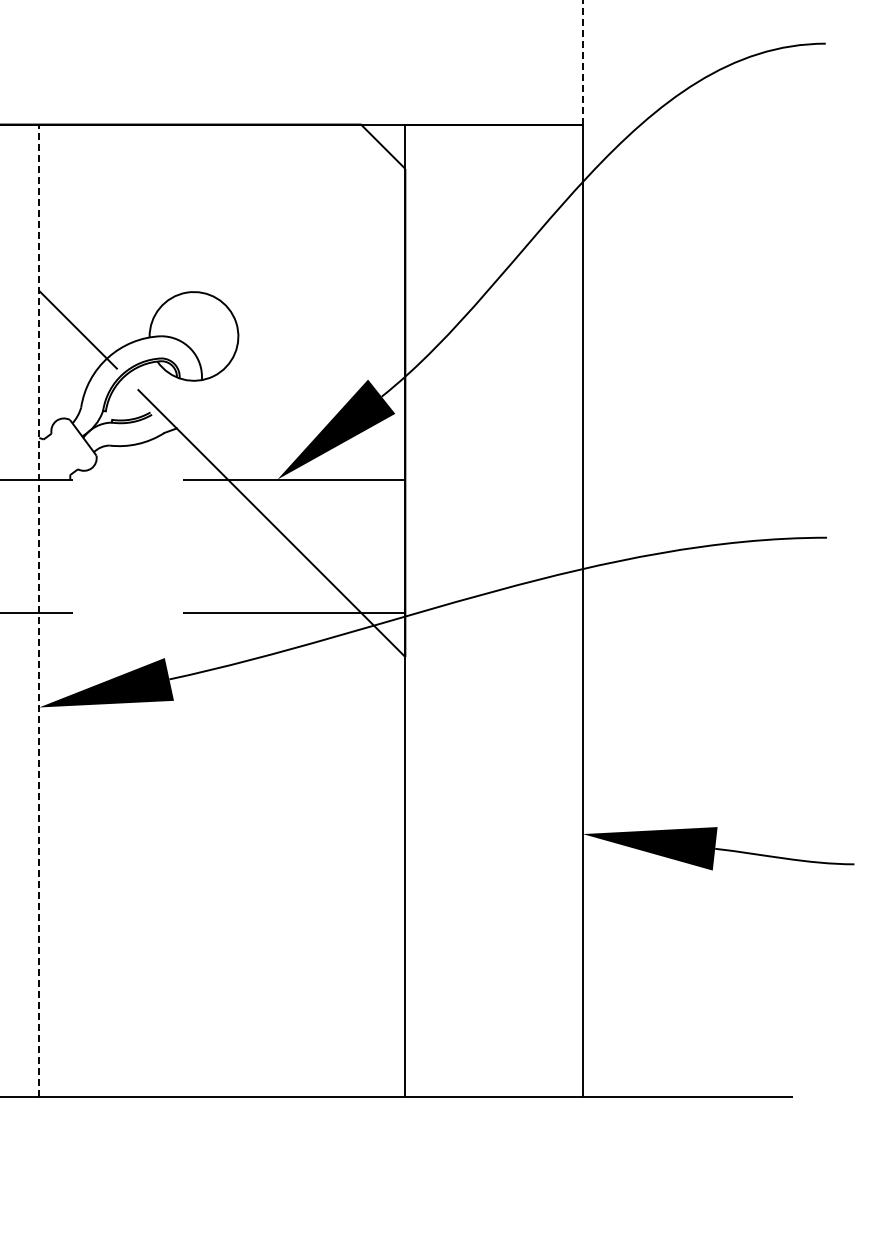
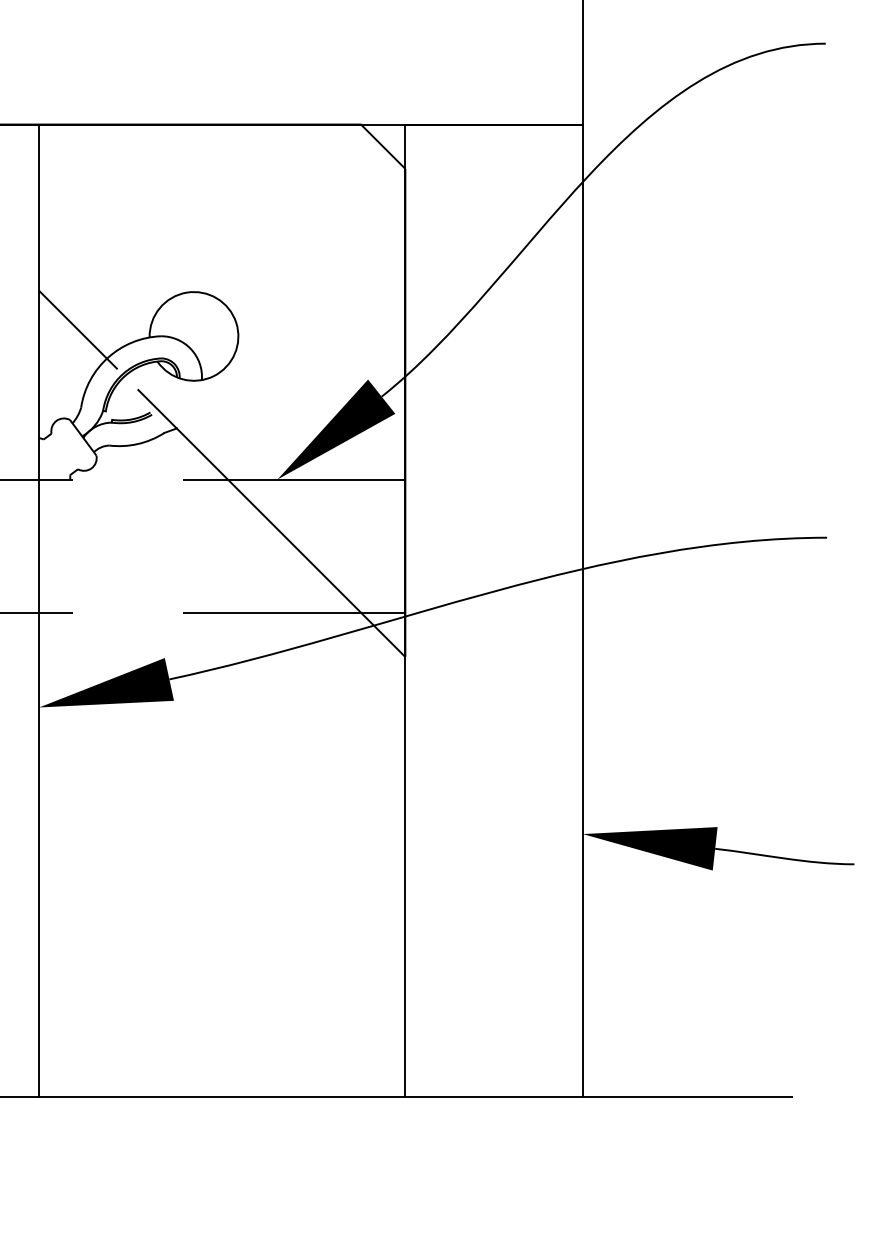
line at (582, 62): dashed -> solid
line at (39, 610): dashed -> solid
